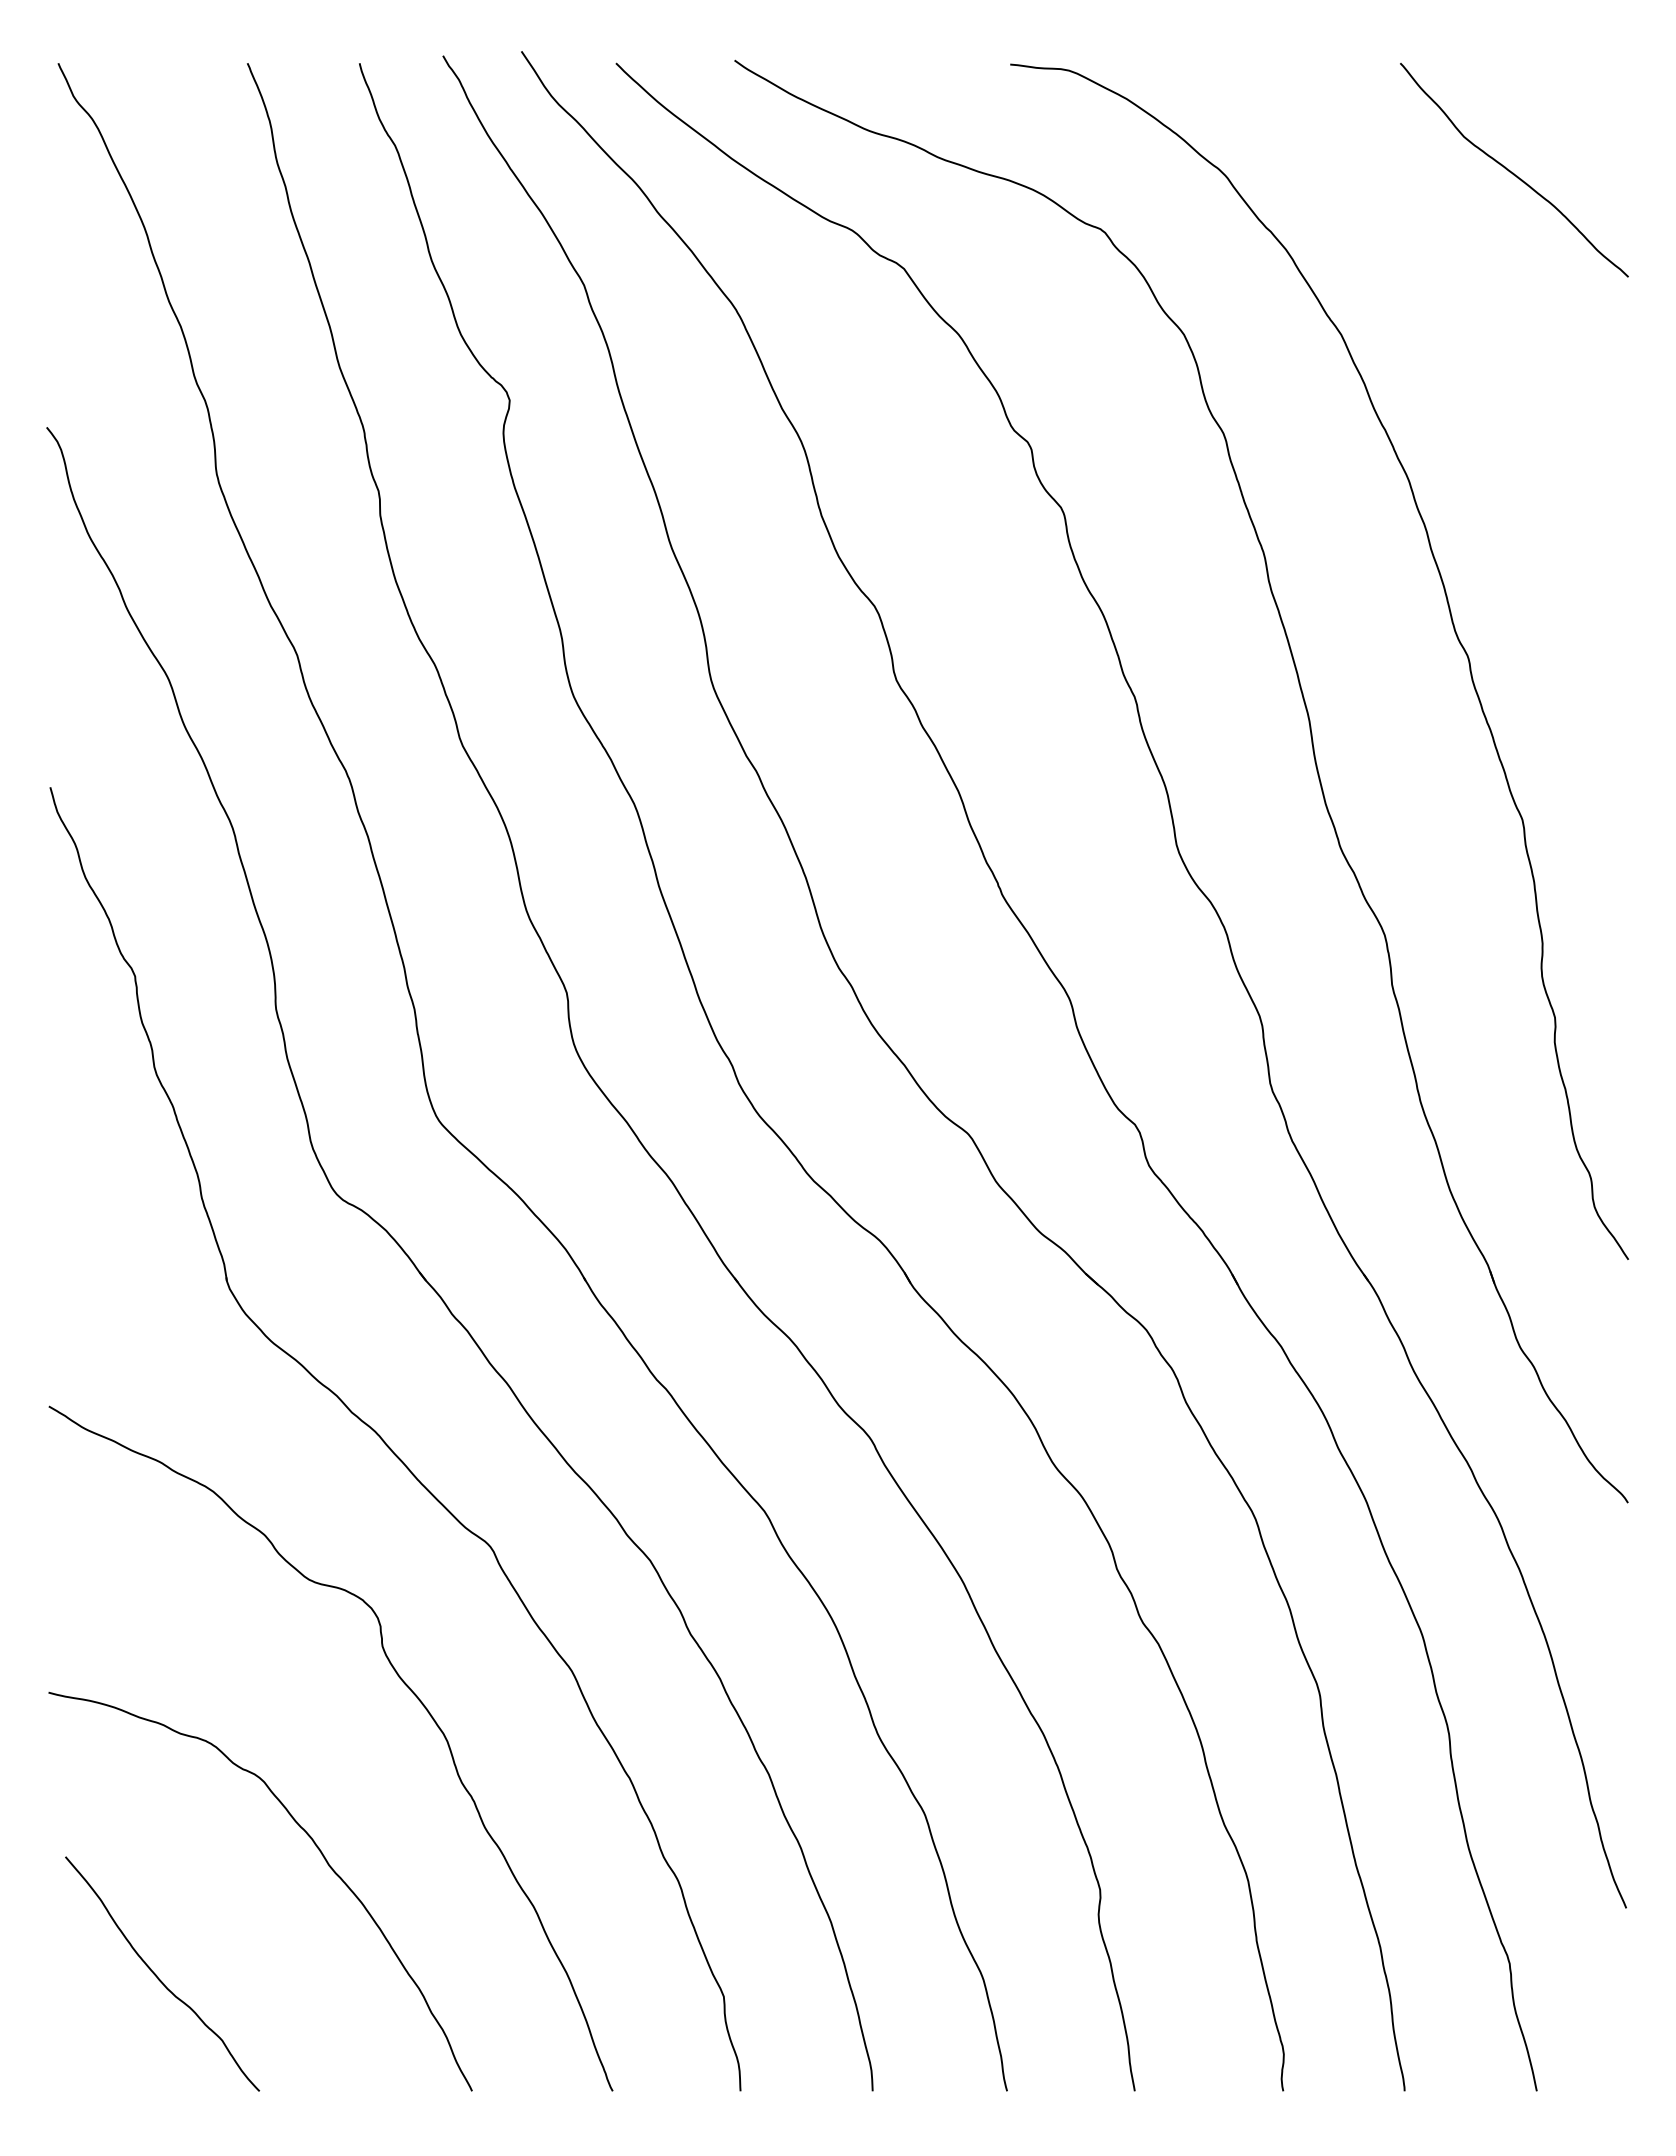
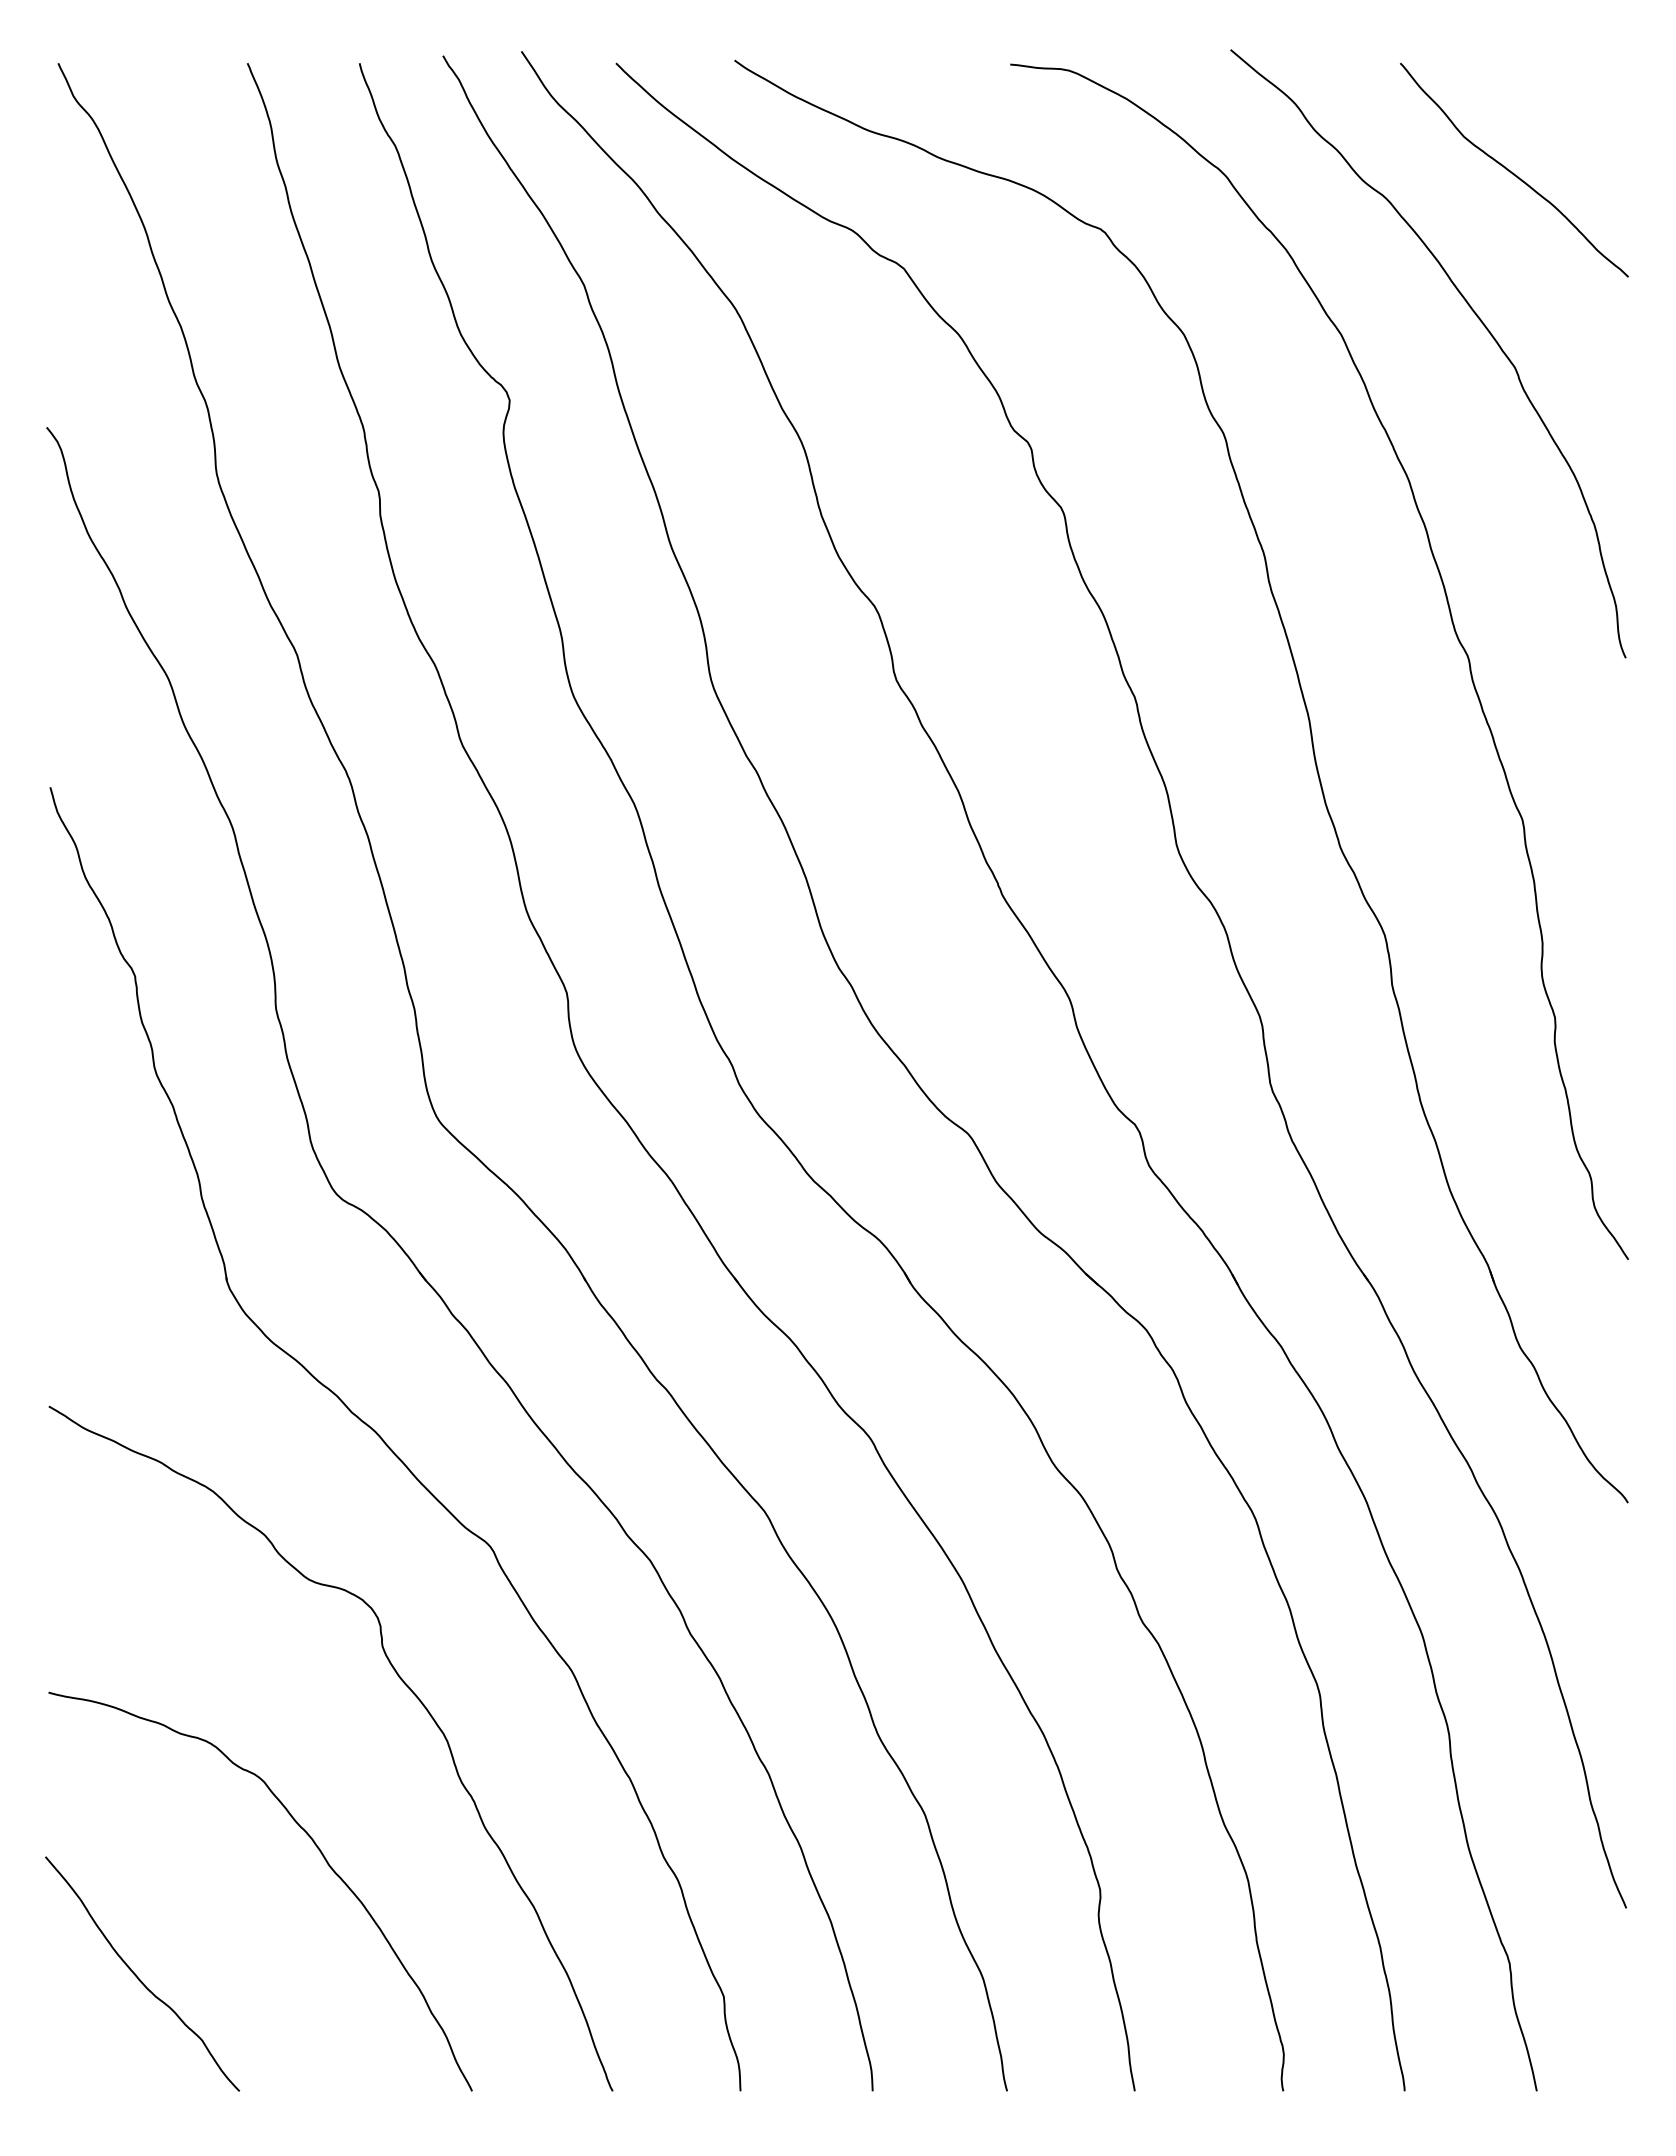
curve at (1475, 315): none -> present
curve at (157, 1975) position: (157, 1975) -> (137, 1975)
